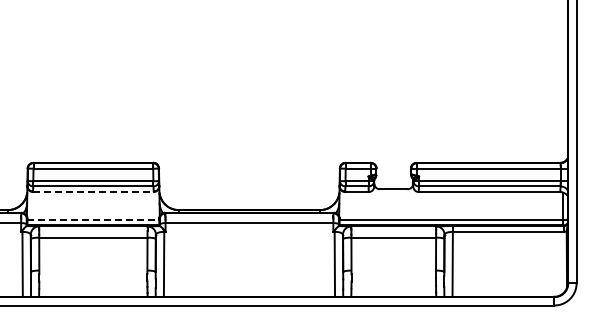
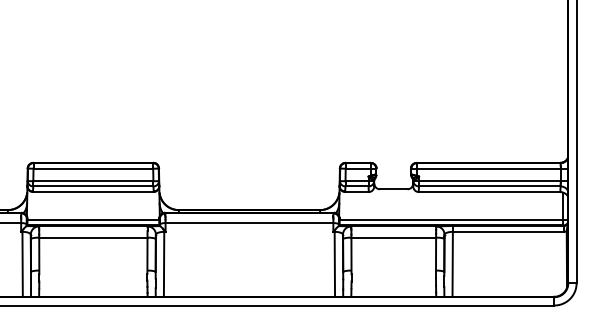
line at (93, 192): dashed -> solid
line at (93, 219): dashed -> solid
